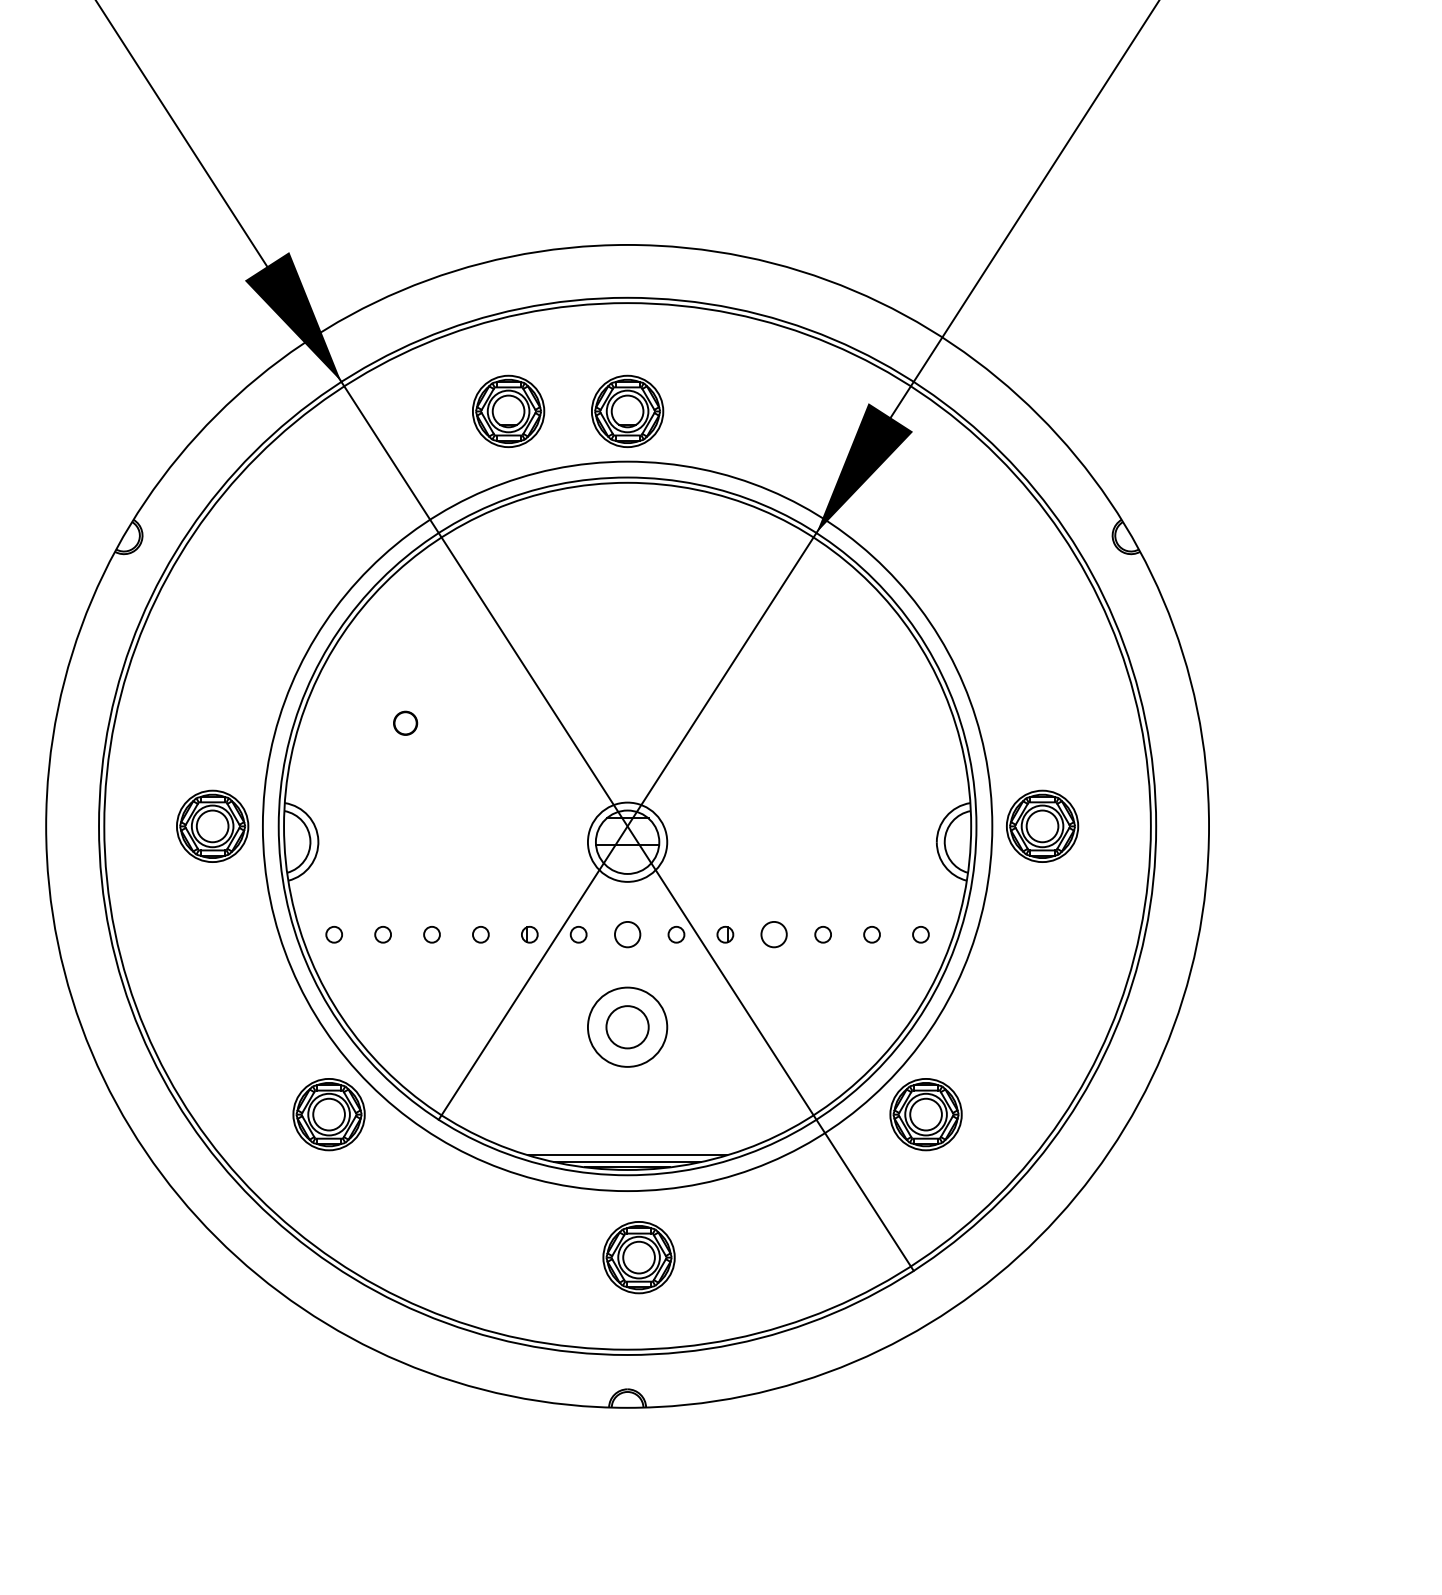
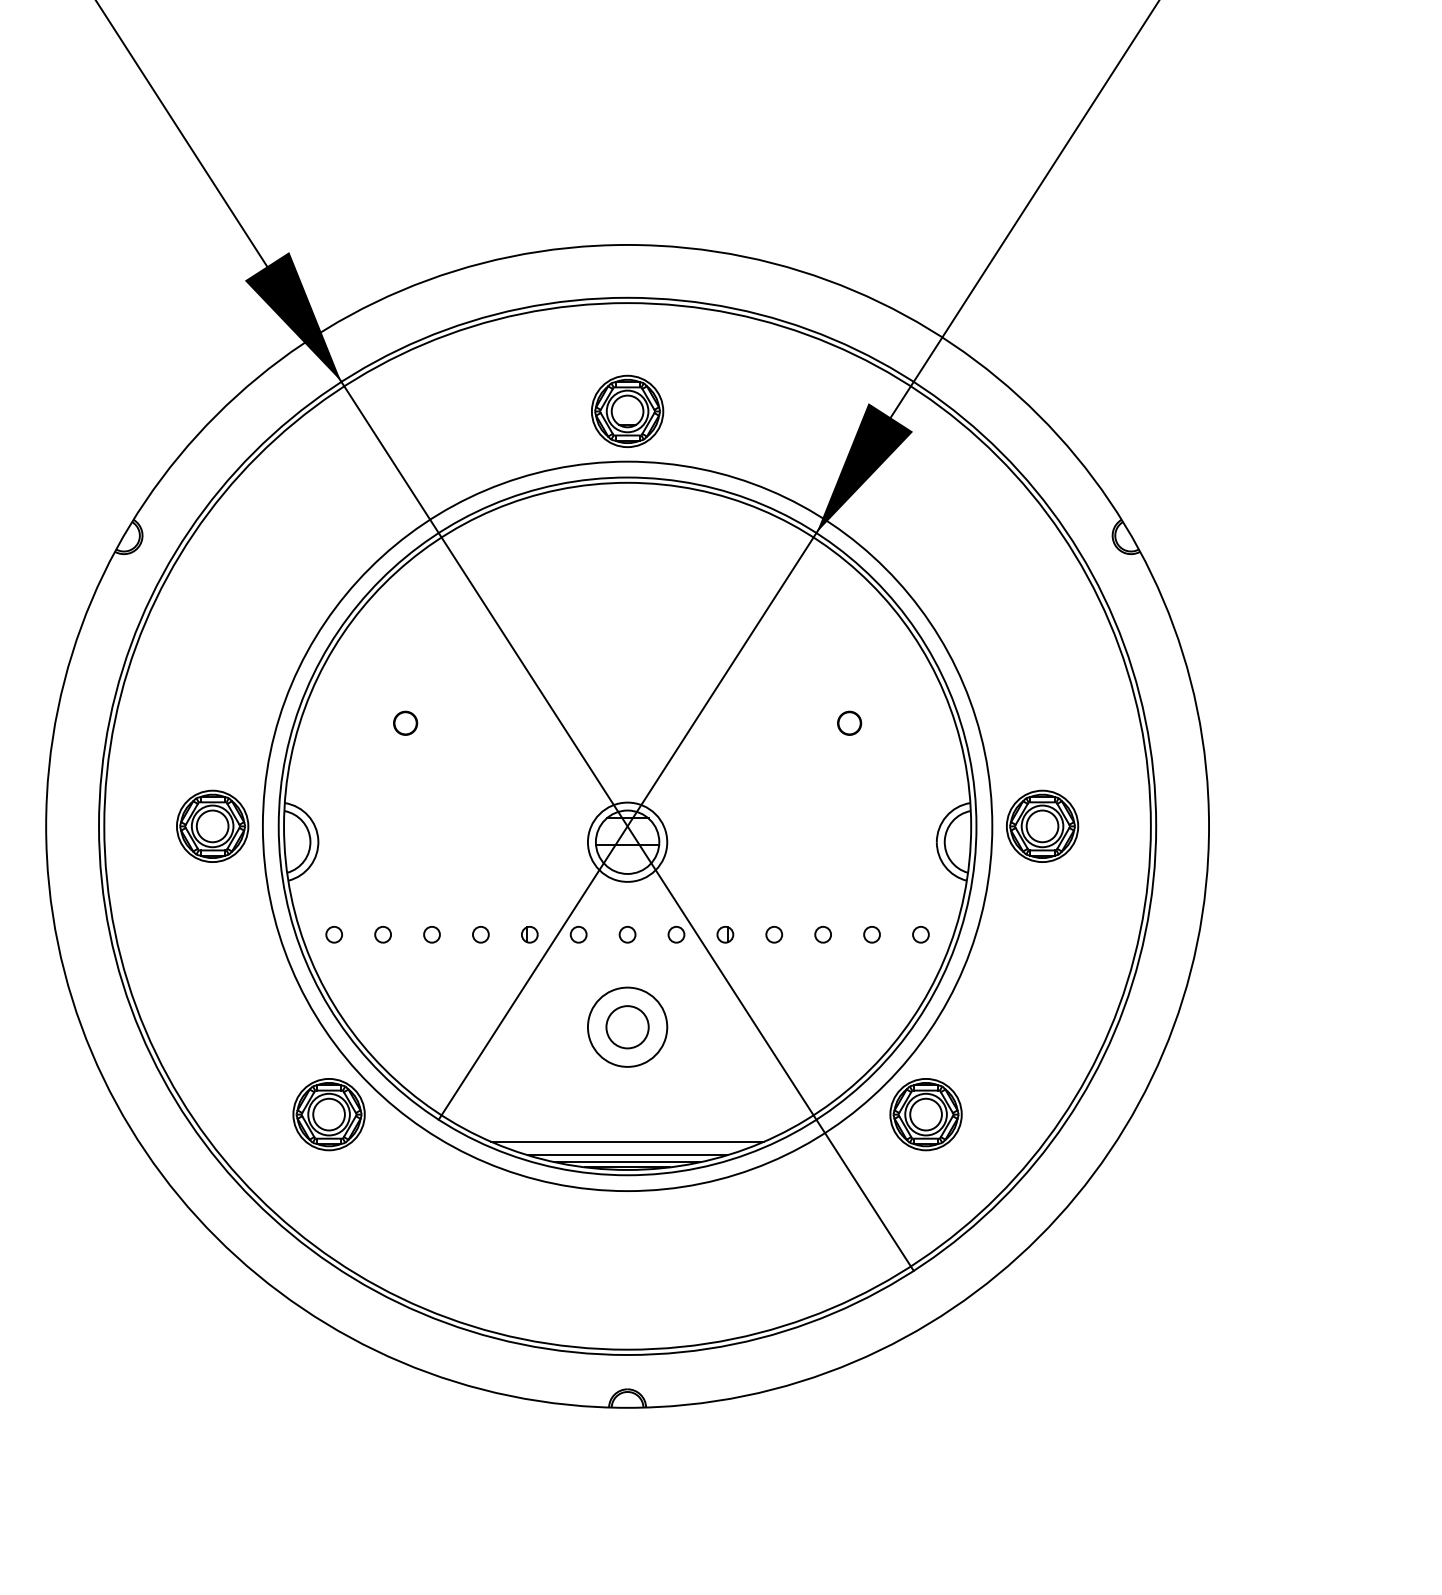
part at (508, 410): present -> none
circle at (849, 722): none -> present
circle at (627, 934) size: 28x28 px -> 19x18 px
circle at (773, 934) size: 28x28 px -> 19x18 px
line at (627, 1141): none -> present
part at (638, 1257): present -> none
